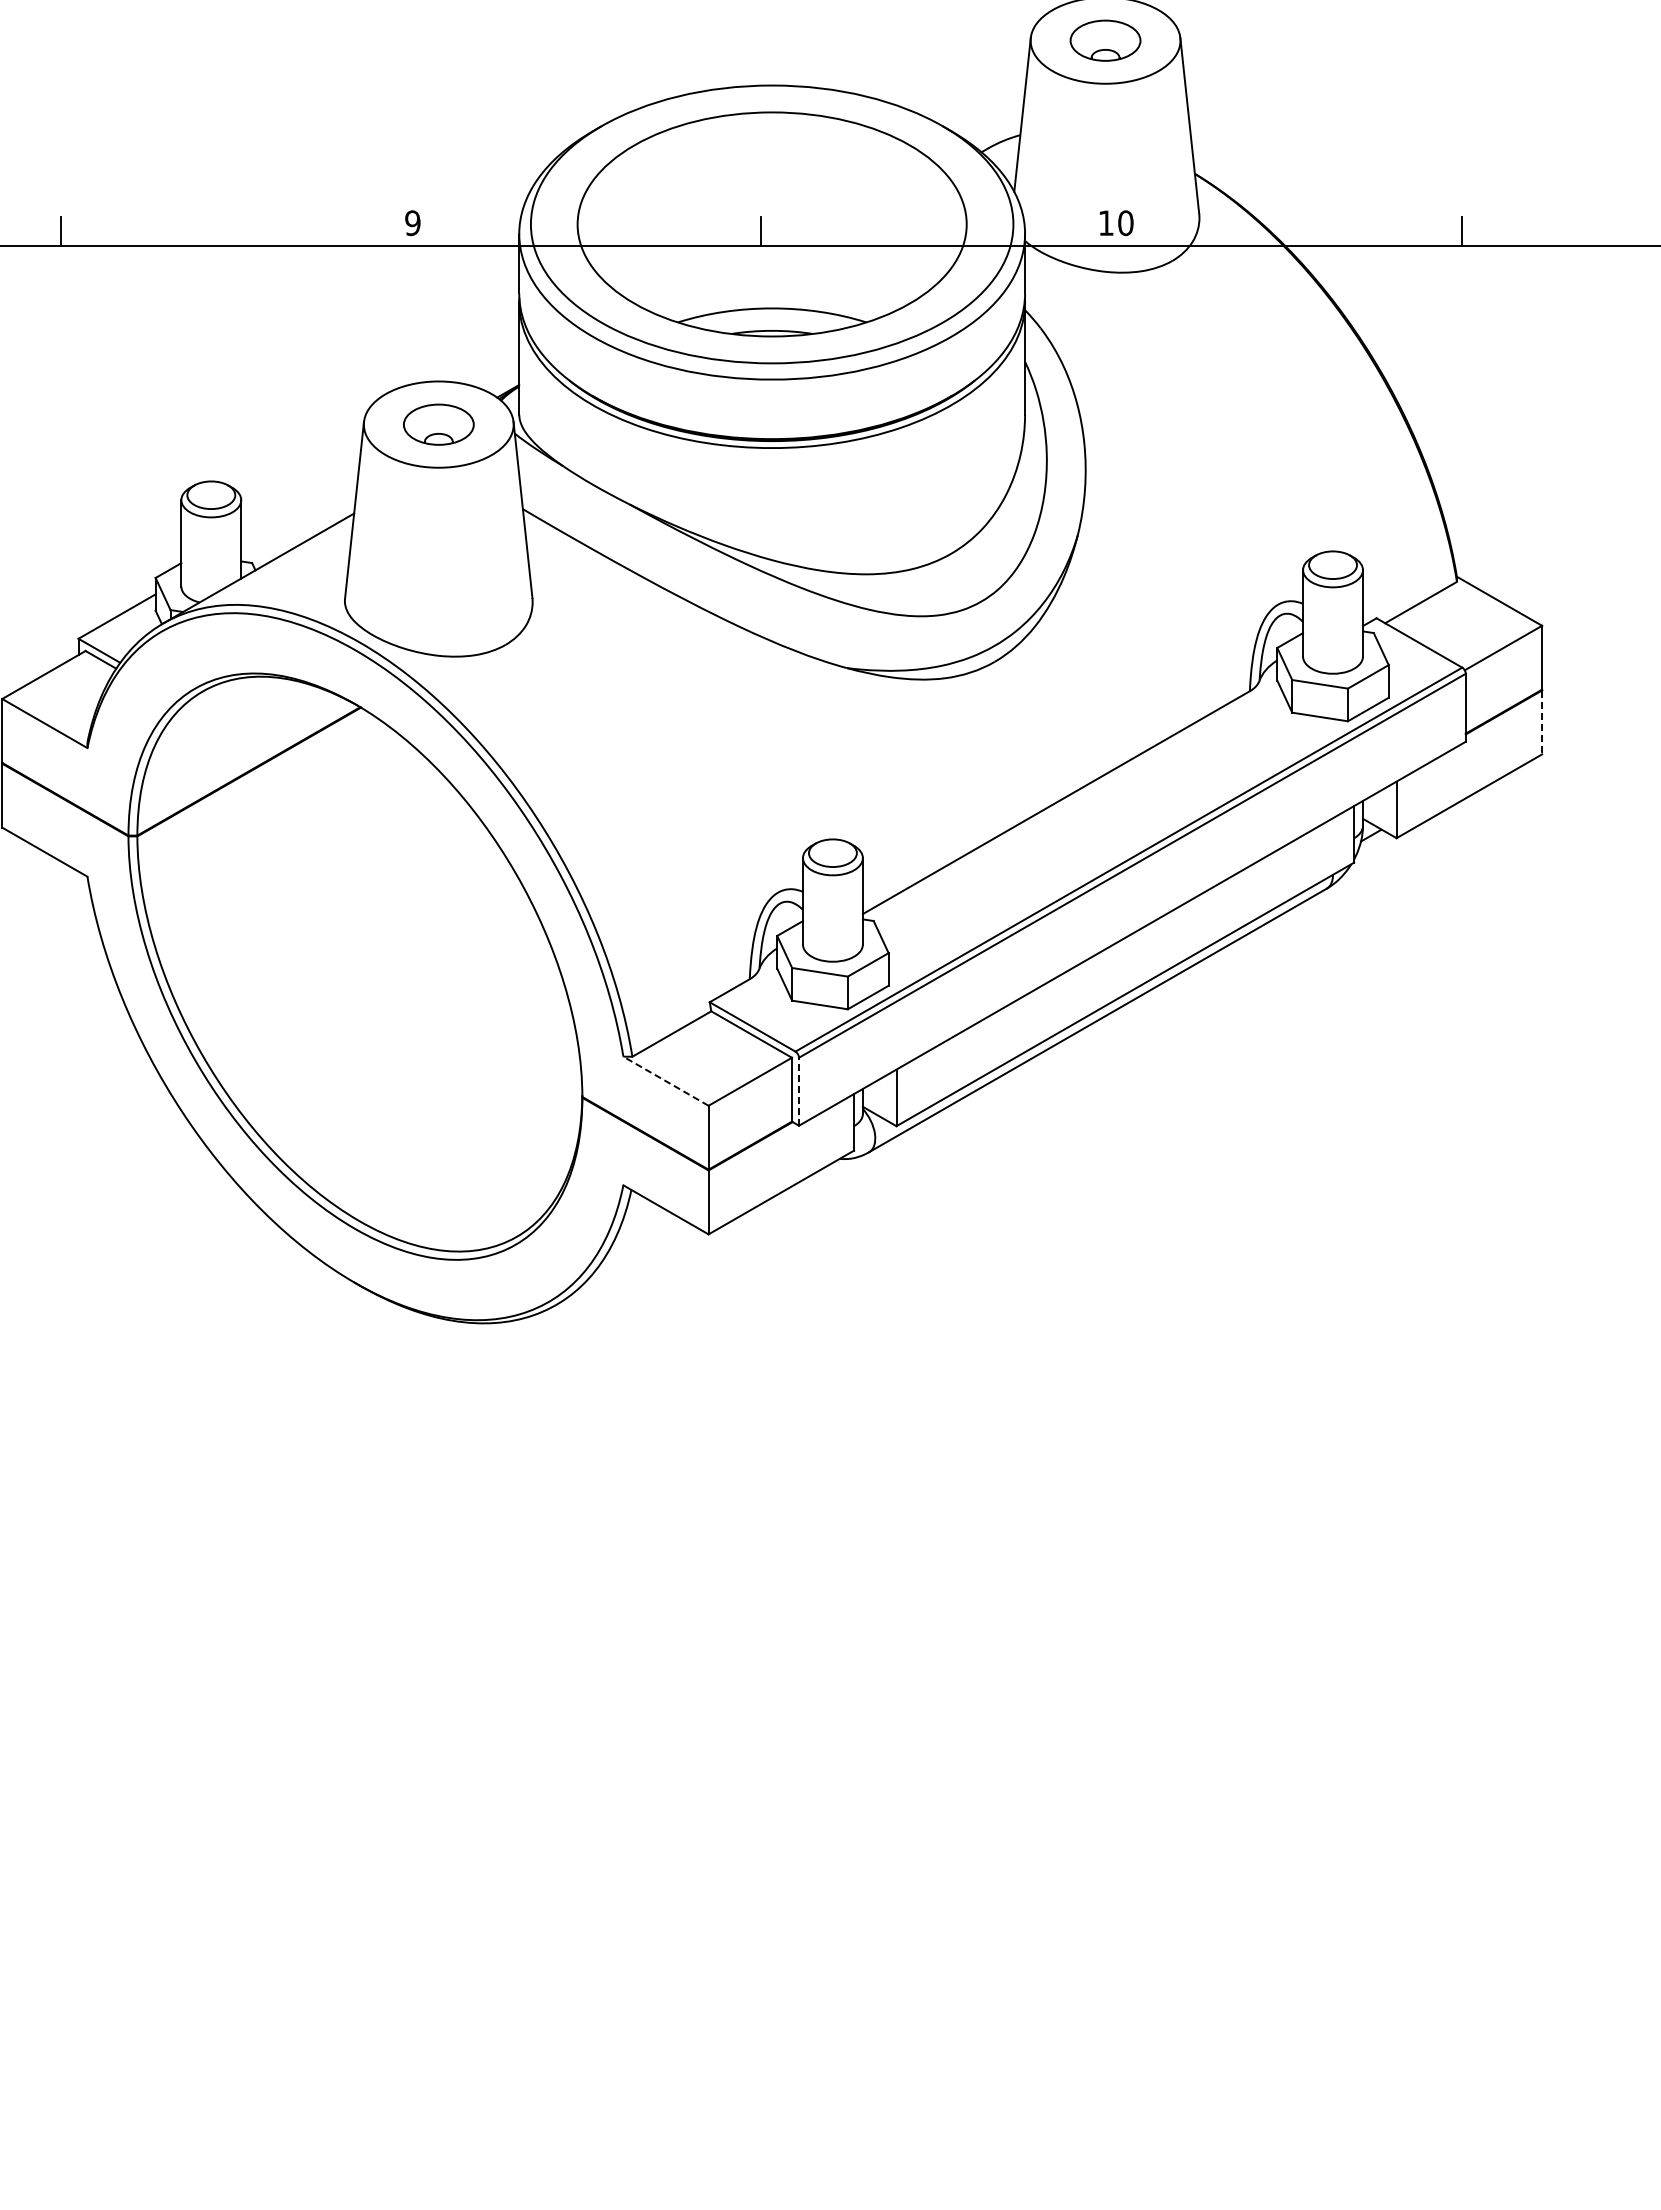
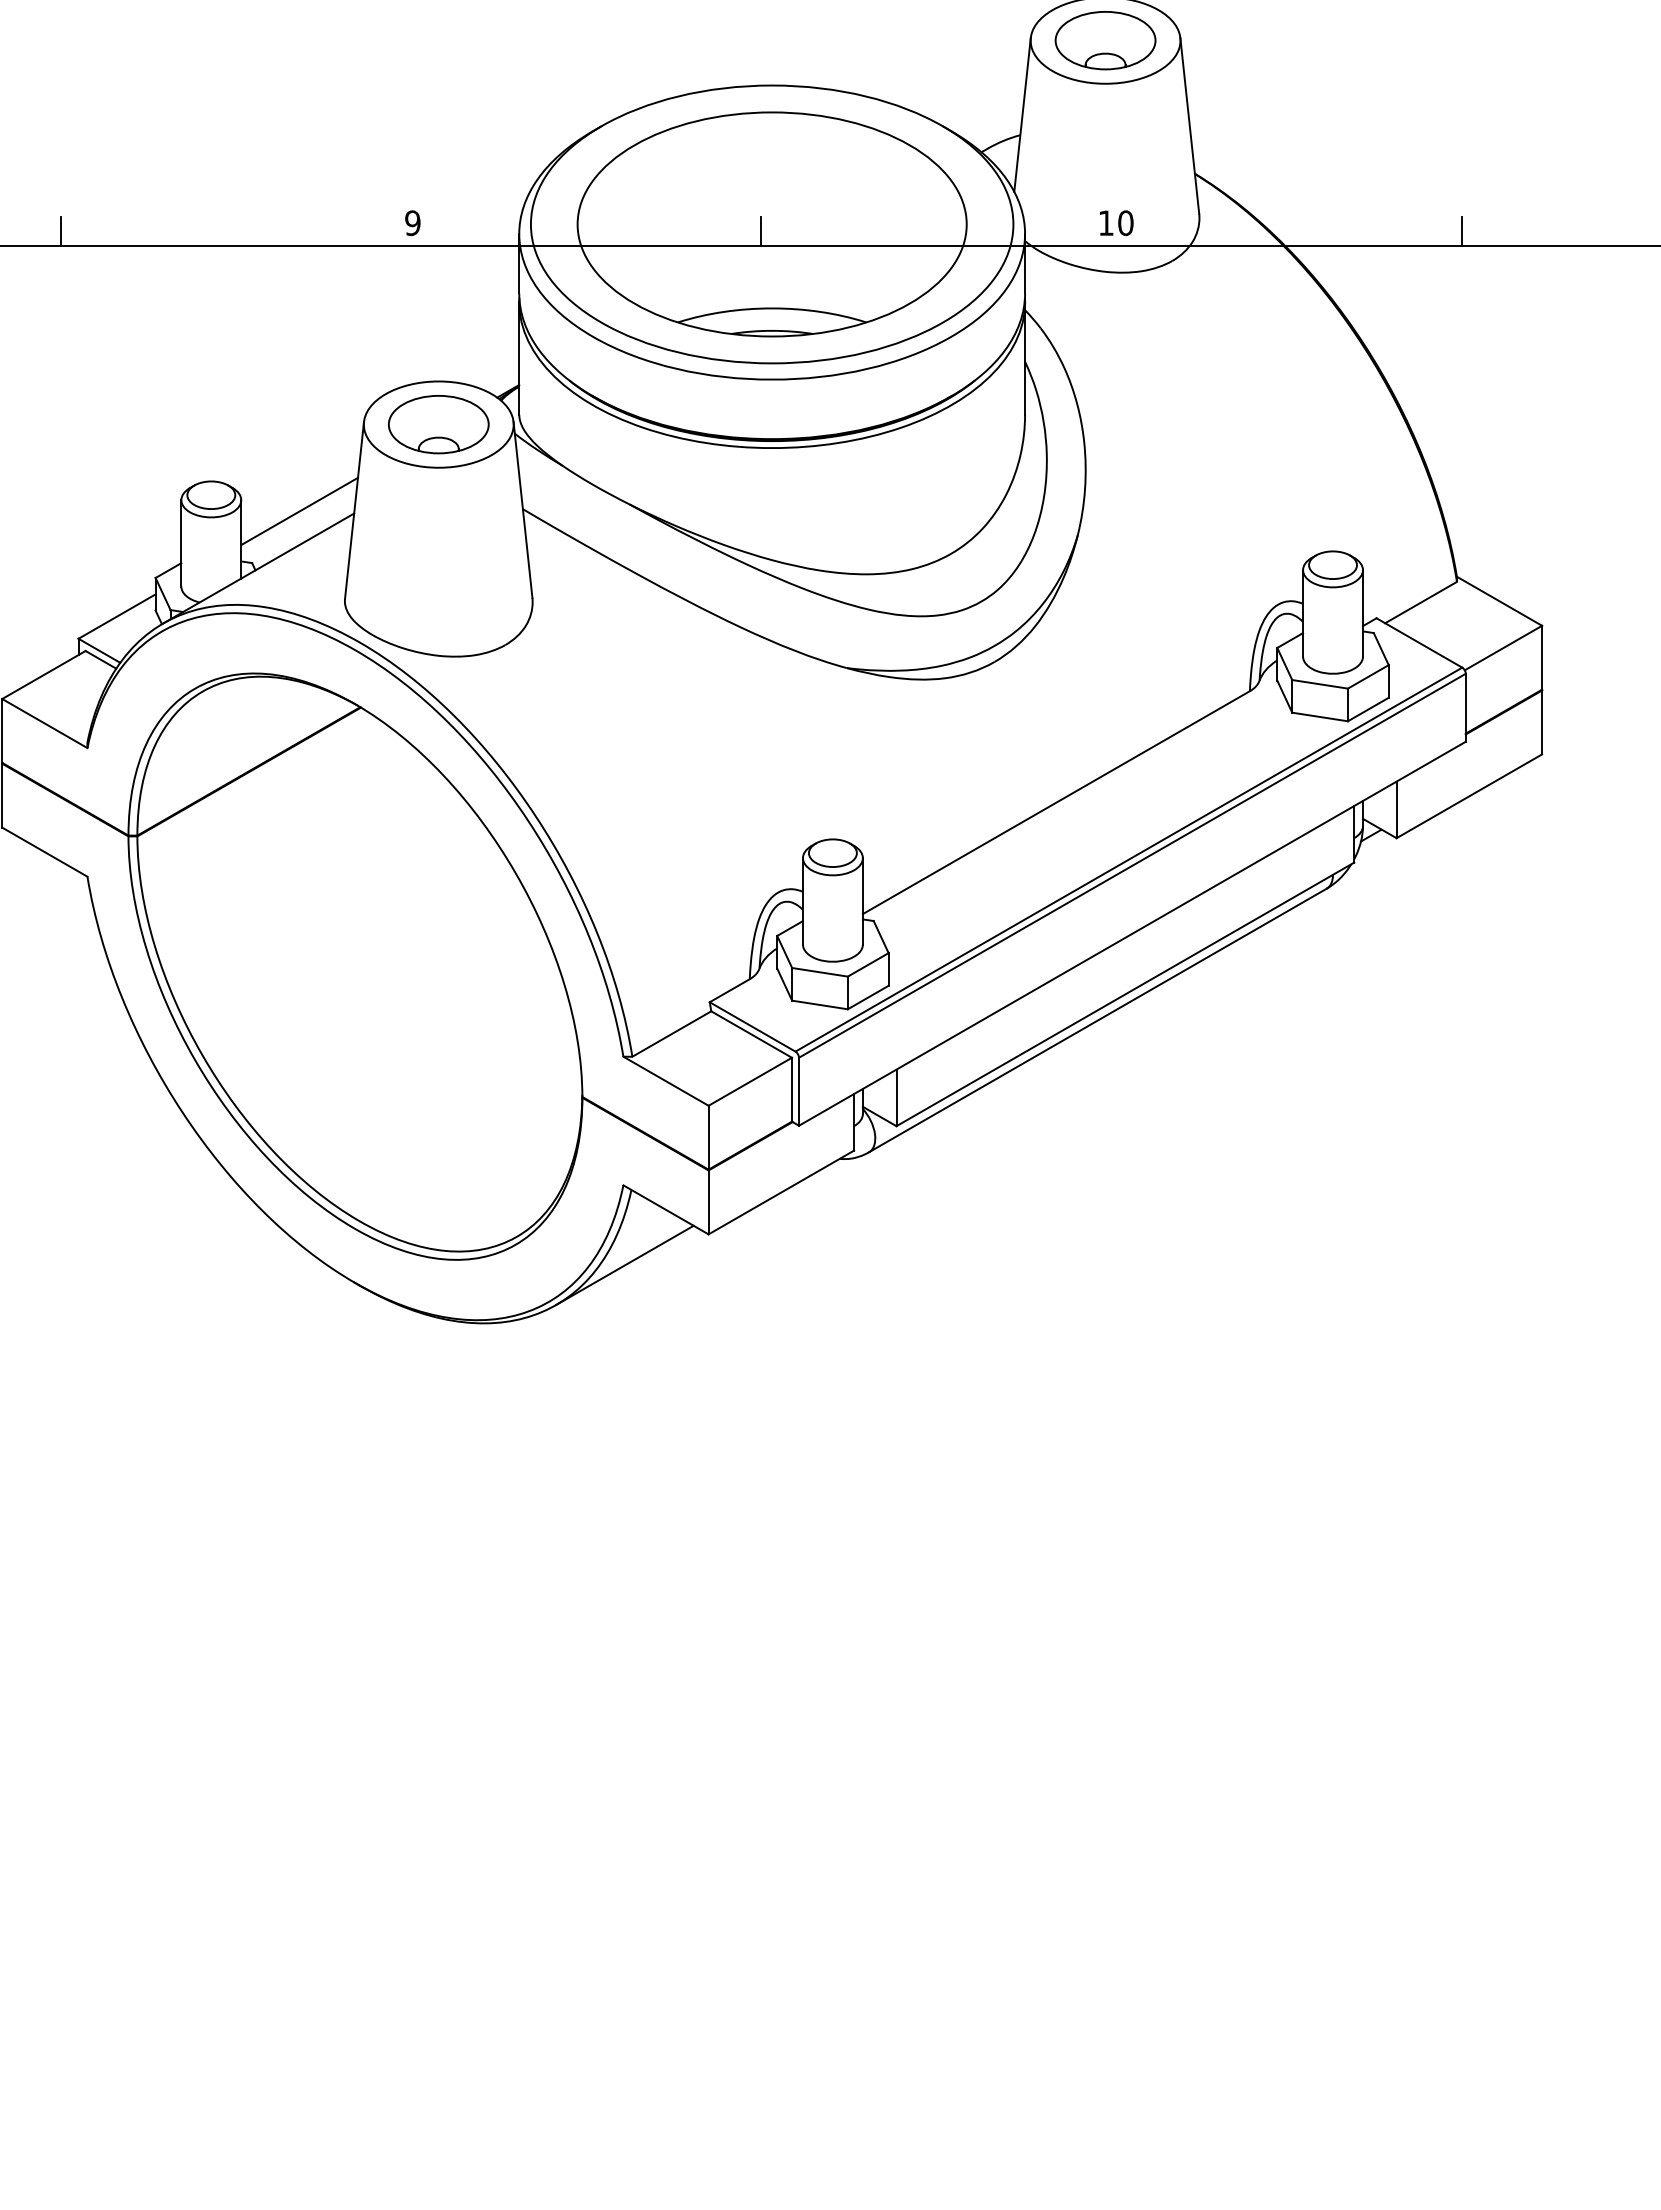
part at (1105, 40) size: 73x43 px -> 103x60 px
part at (438, 424) size: 72x43 px -> 102x60 px
line at (299, 511): none -> present
line at (1542, 722): dashed -> solid
line at (665, 1080): dashed -> solid
line at (799, 1091): dashed -> solid
line at (624, 1265): none -> present
